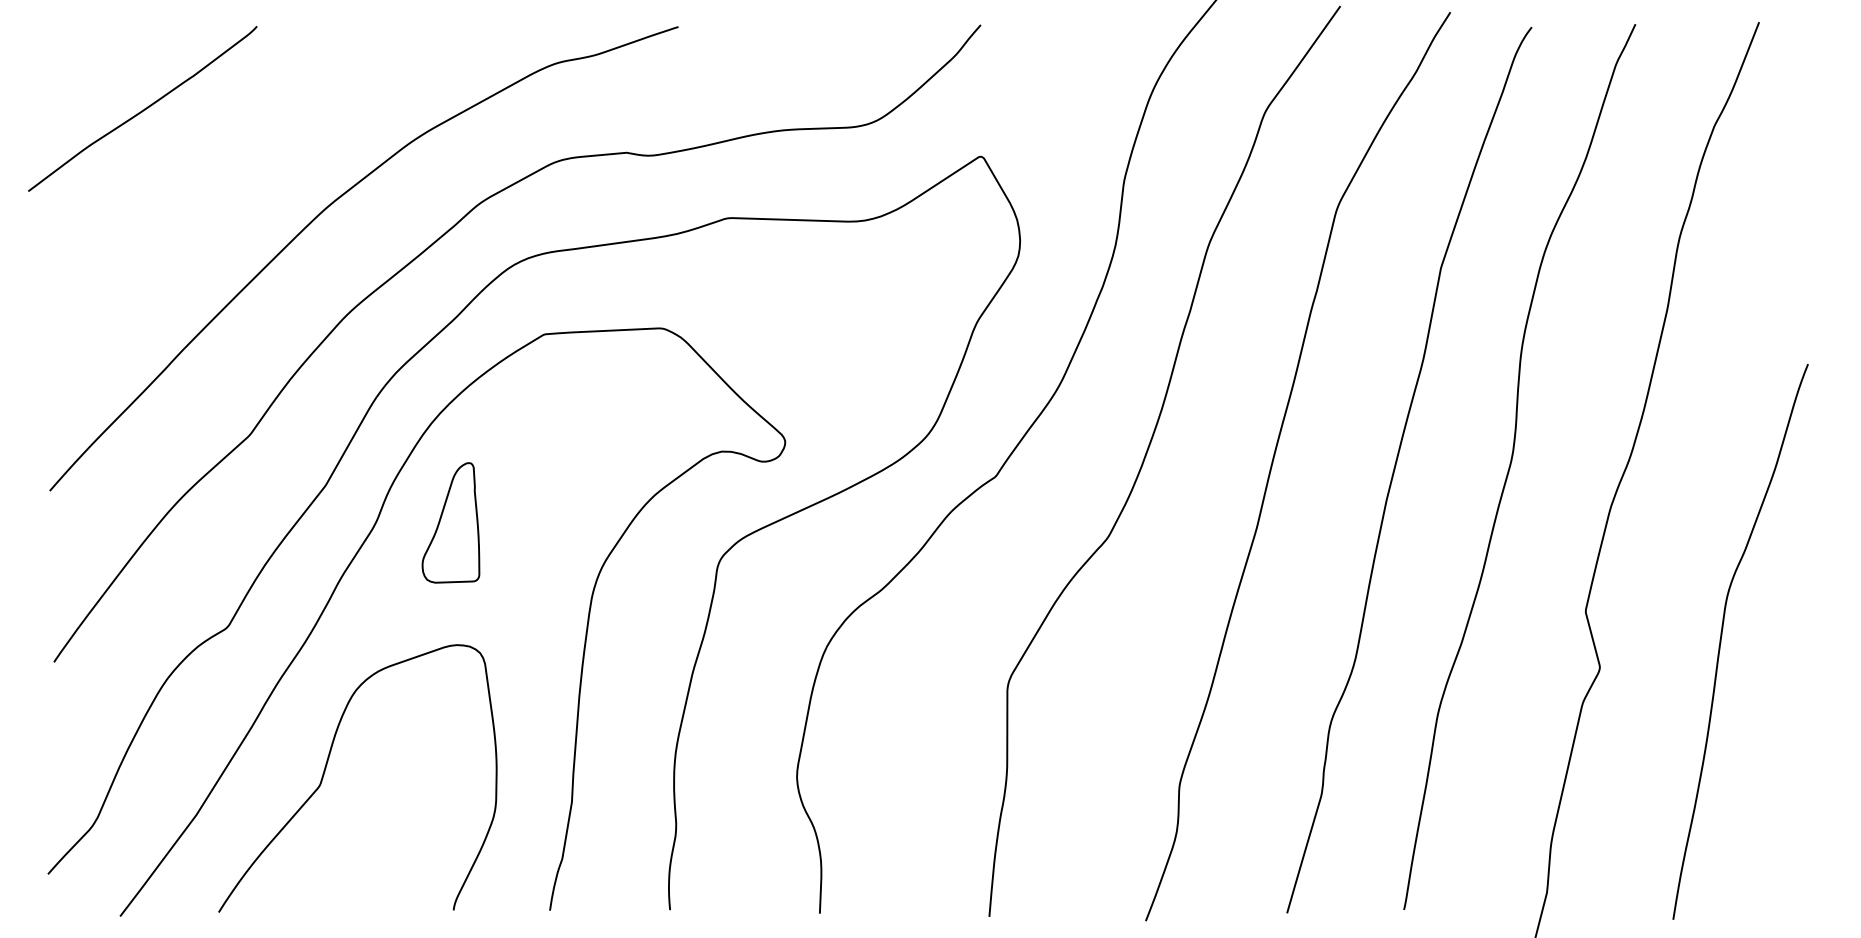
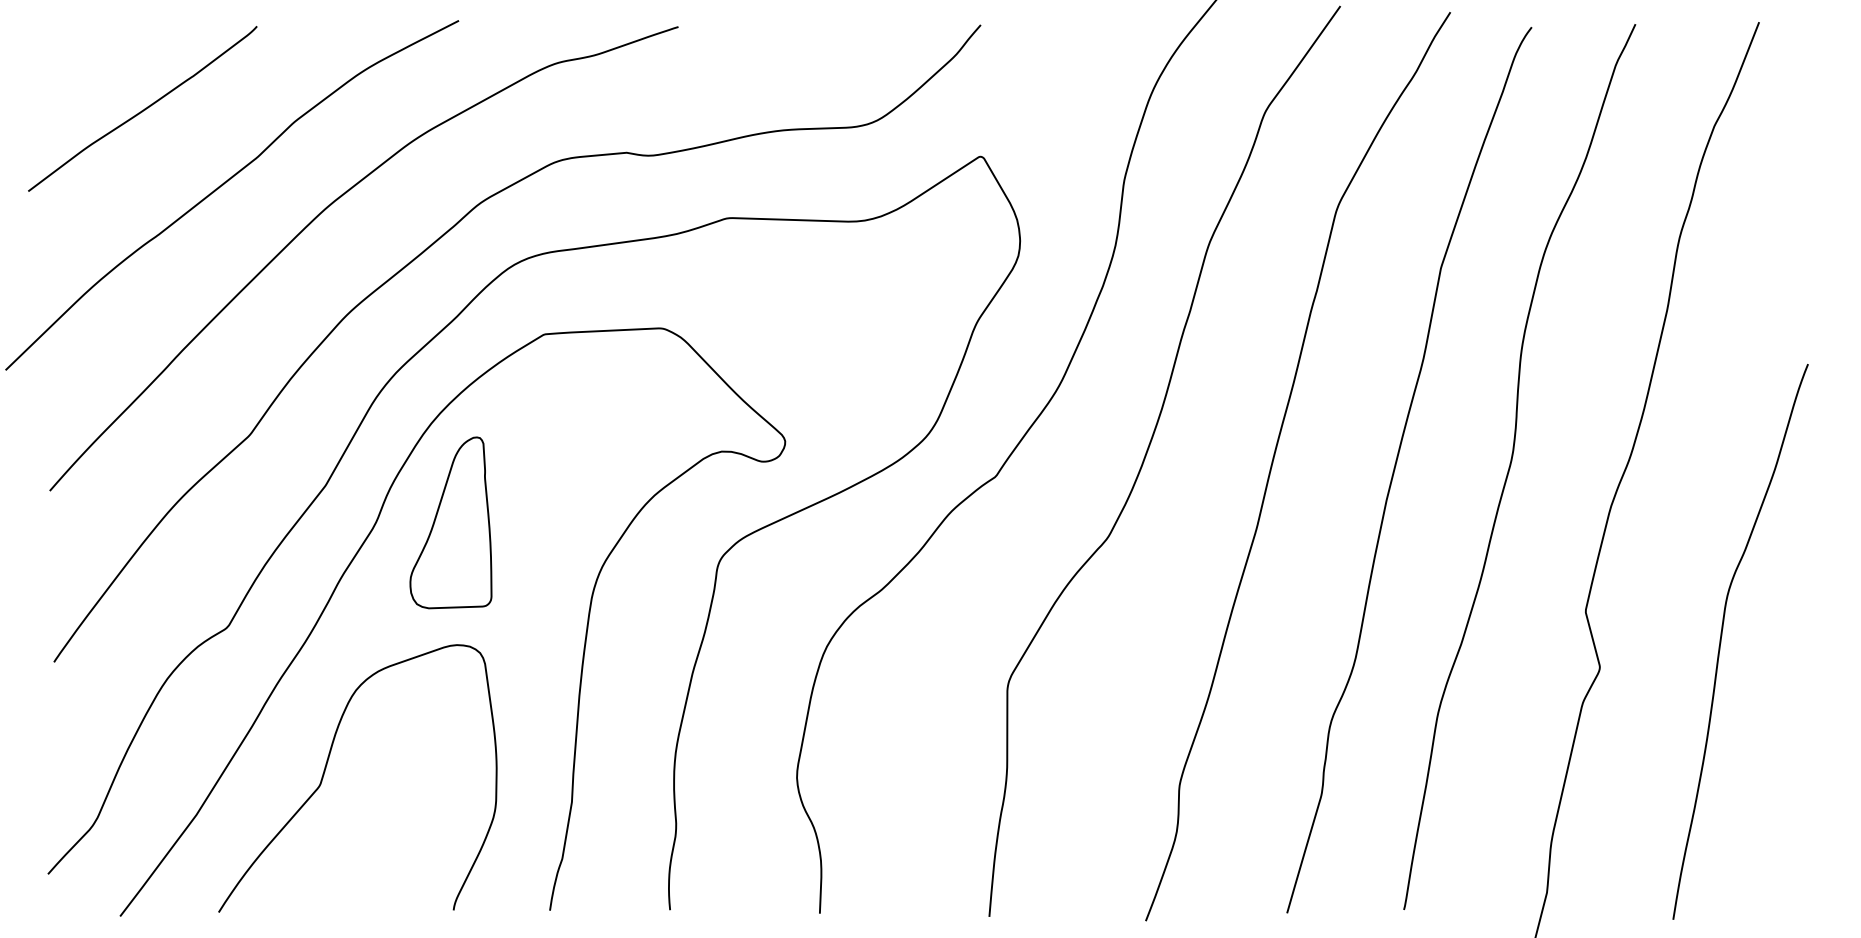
curve at (223, 185): none -> present
part at (450, 522) size: 60x122 px -> 84x174 px
